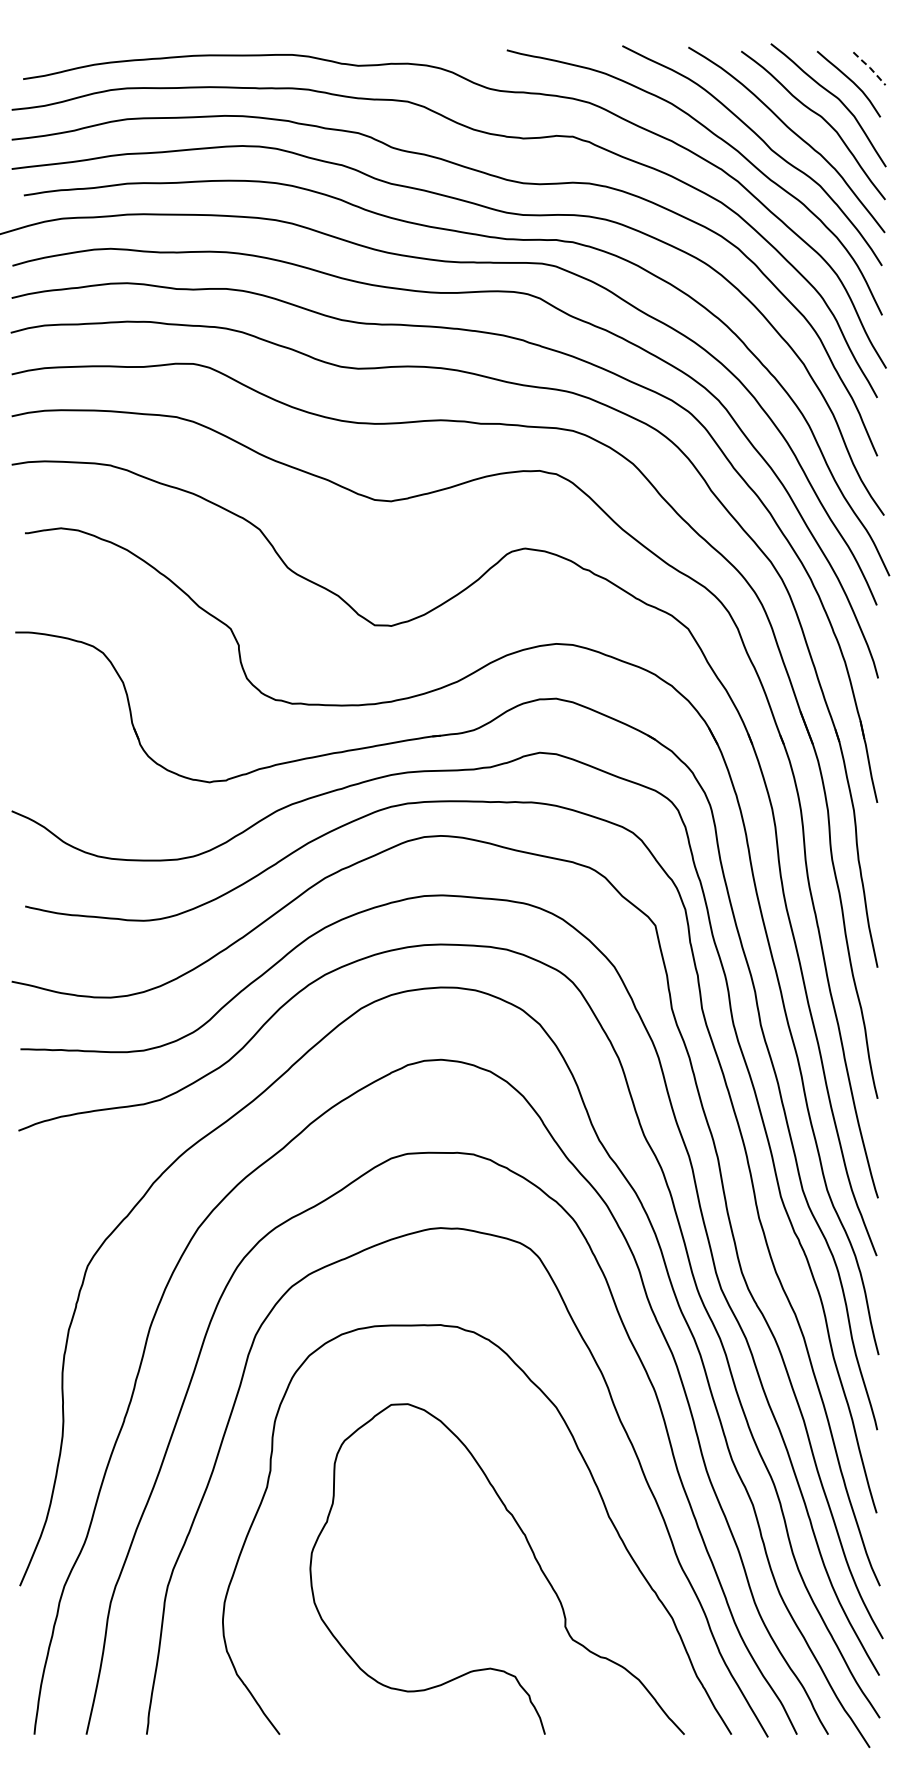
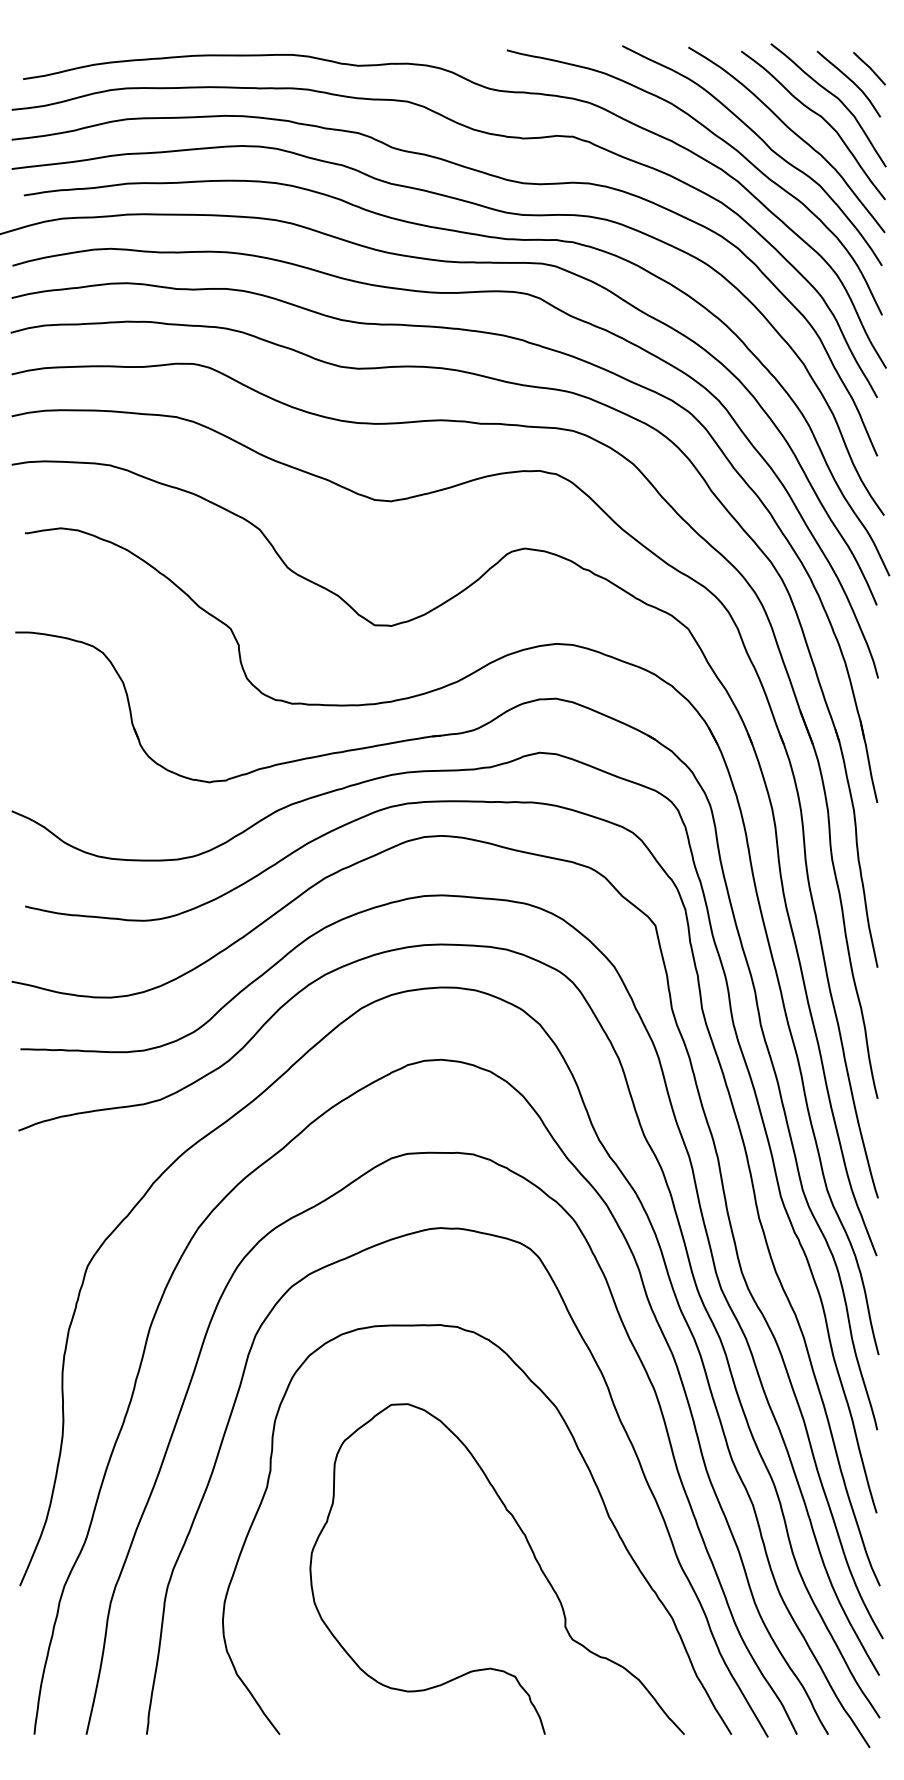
line at (870, 67): dashed -> solid
